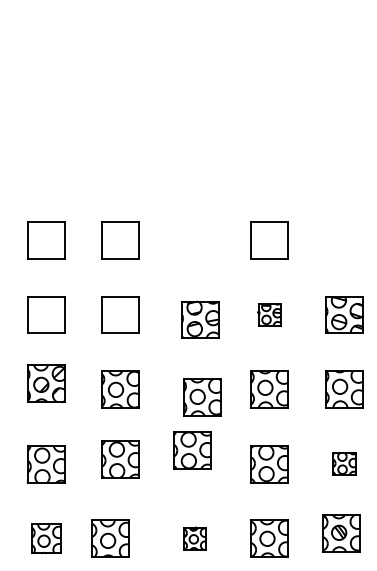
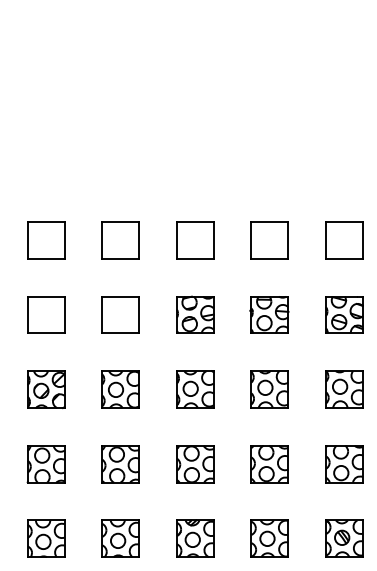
part at (195, 240): none -> present
part at (344, 240): none -> present
part at (269, 314) size: 25x24 px -> 41x38 px
part at (200, 319) position: (200, 319) -> (195, 314)
part at (46, 383) position: (46, 383) -> (46, 389)
part at (202, 397) position: (202, 397) -> (195, 389)
part at (192, 450) position: (192, 450) -> (195, 464)
part at (120, 459) position: (120, 459) -> (120, 464)
part at (344, 463) size: 25x24 px -> 39x39 px
part at (341, 533) position: (341, 533) -> (344, 538)
part at (46, 538) size: 31x32 px -> 39x39 px
part at (110, 538) position: (110, 538) -> (120, 538)
part at (194, 538) size: 24x25 px -> 39x39 px
